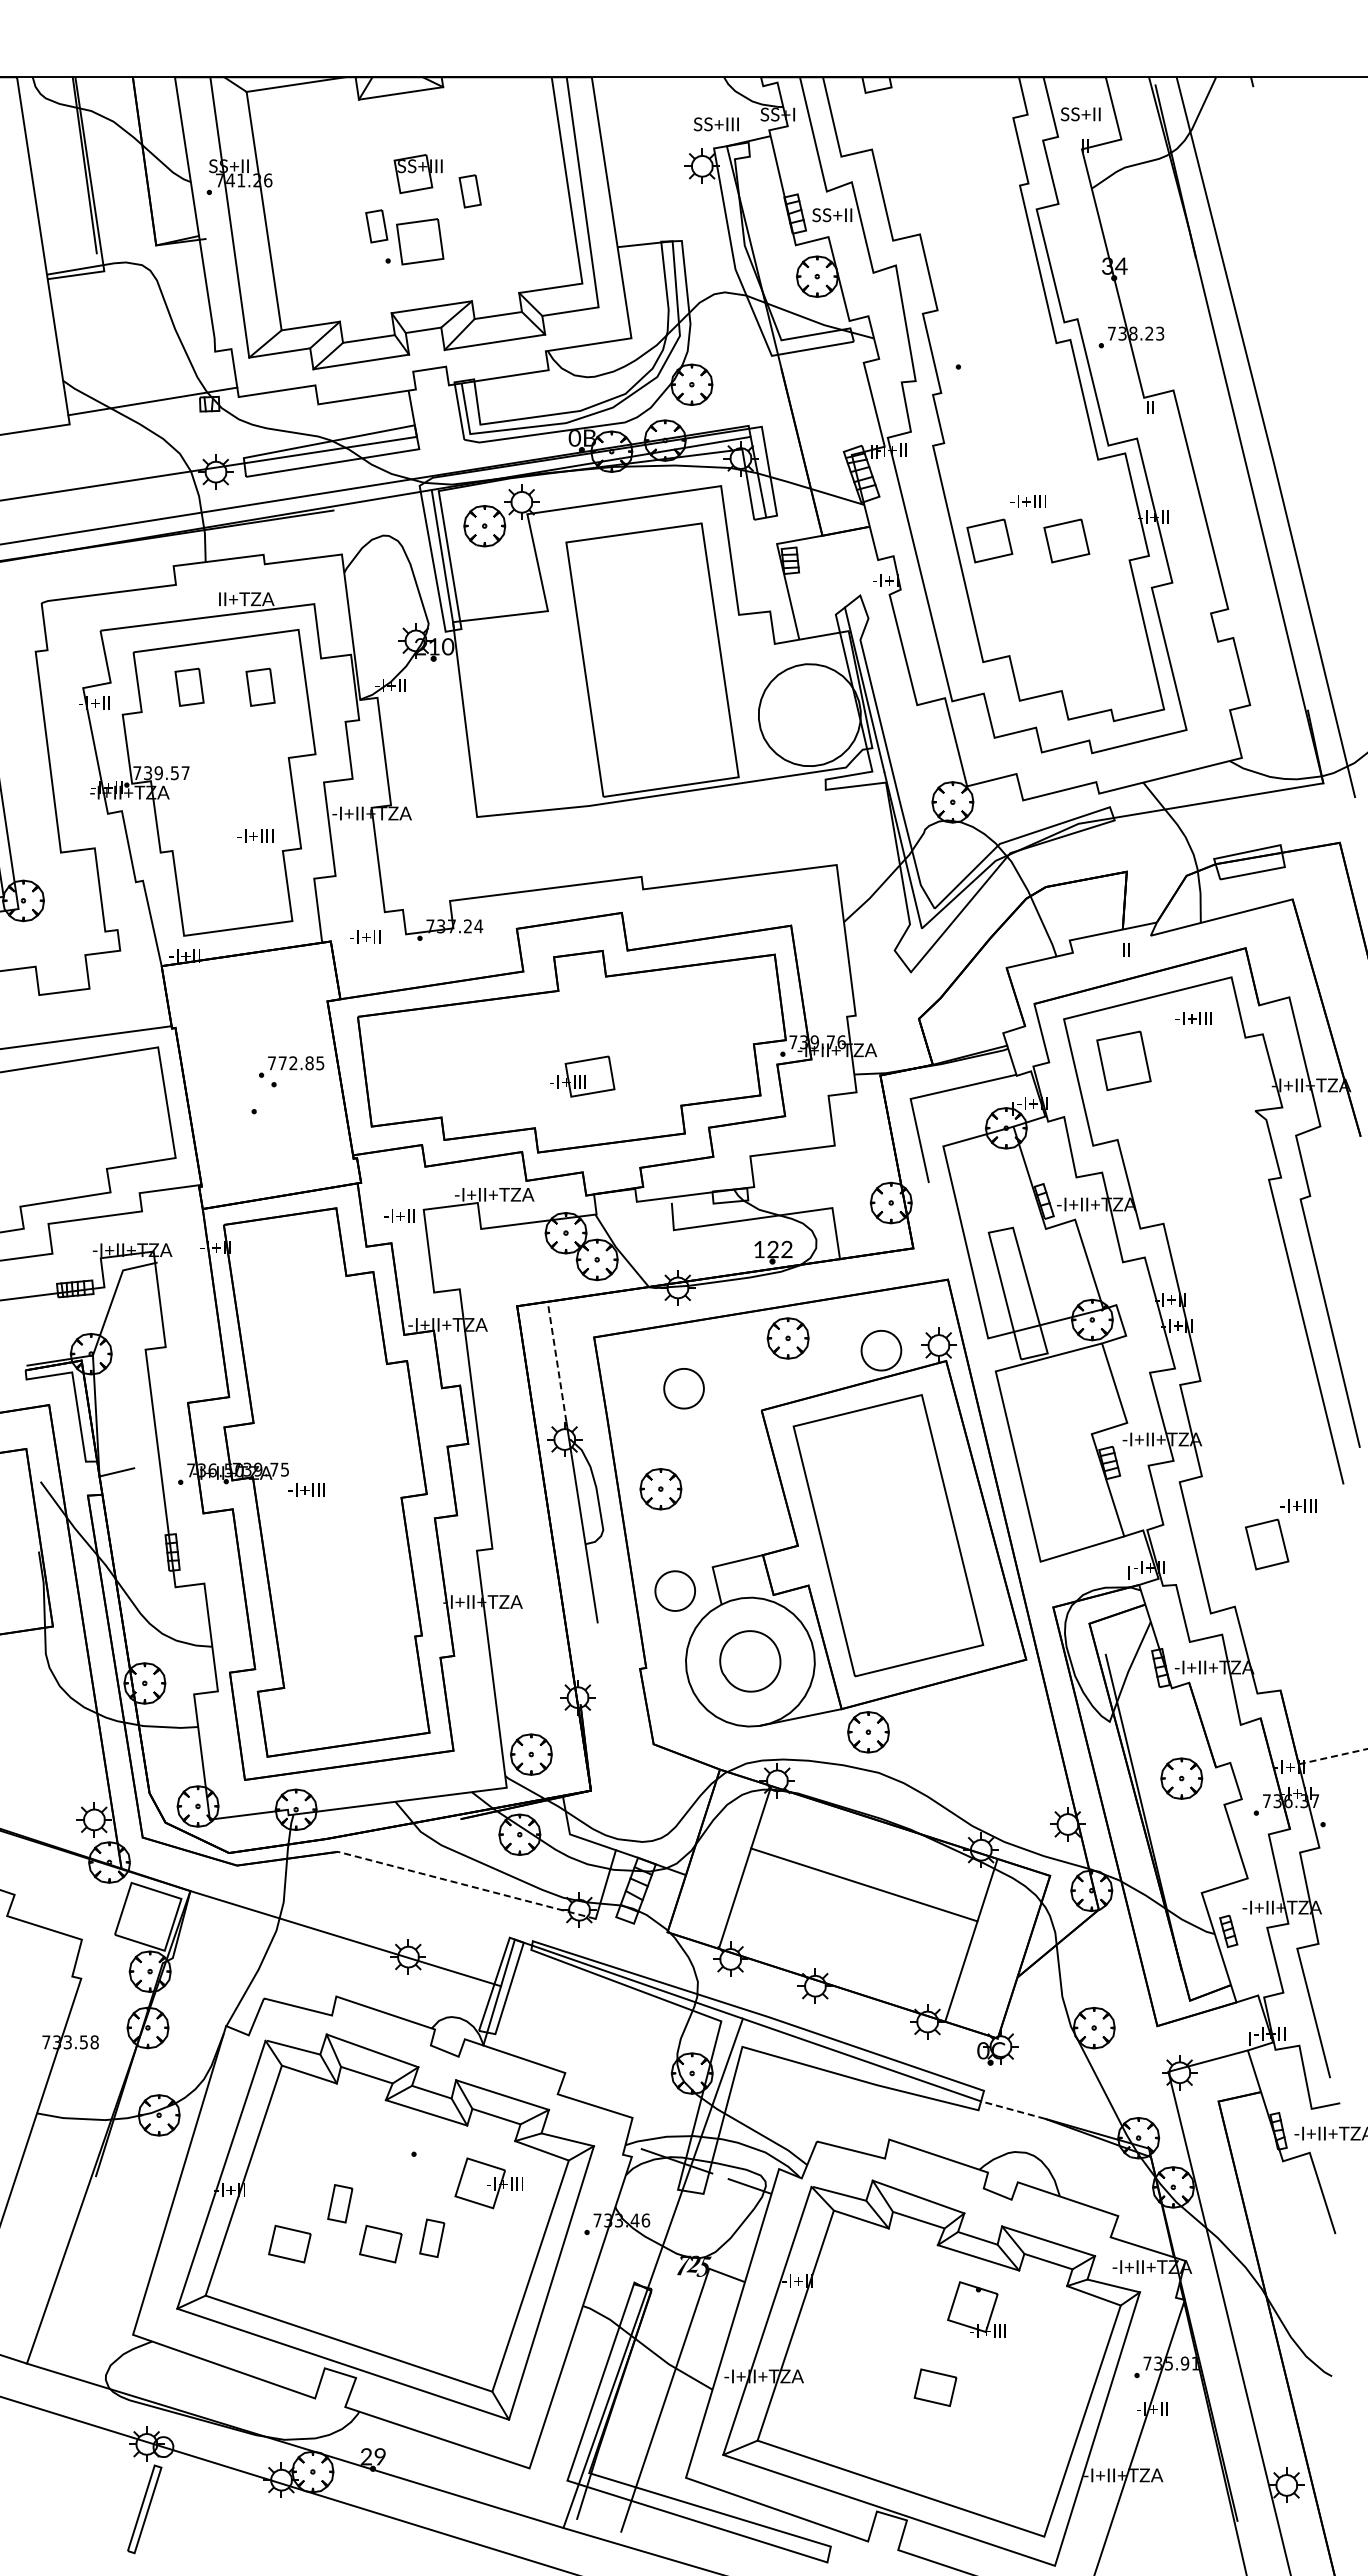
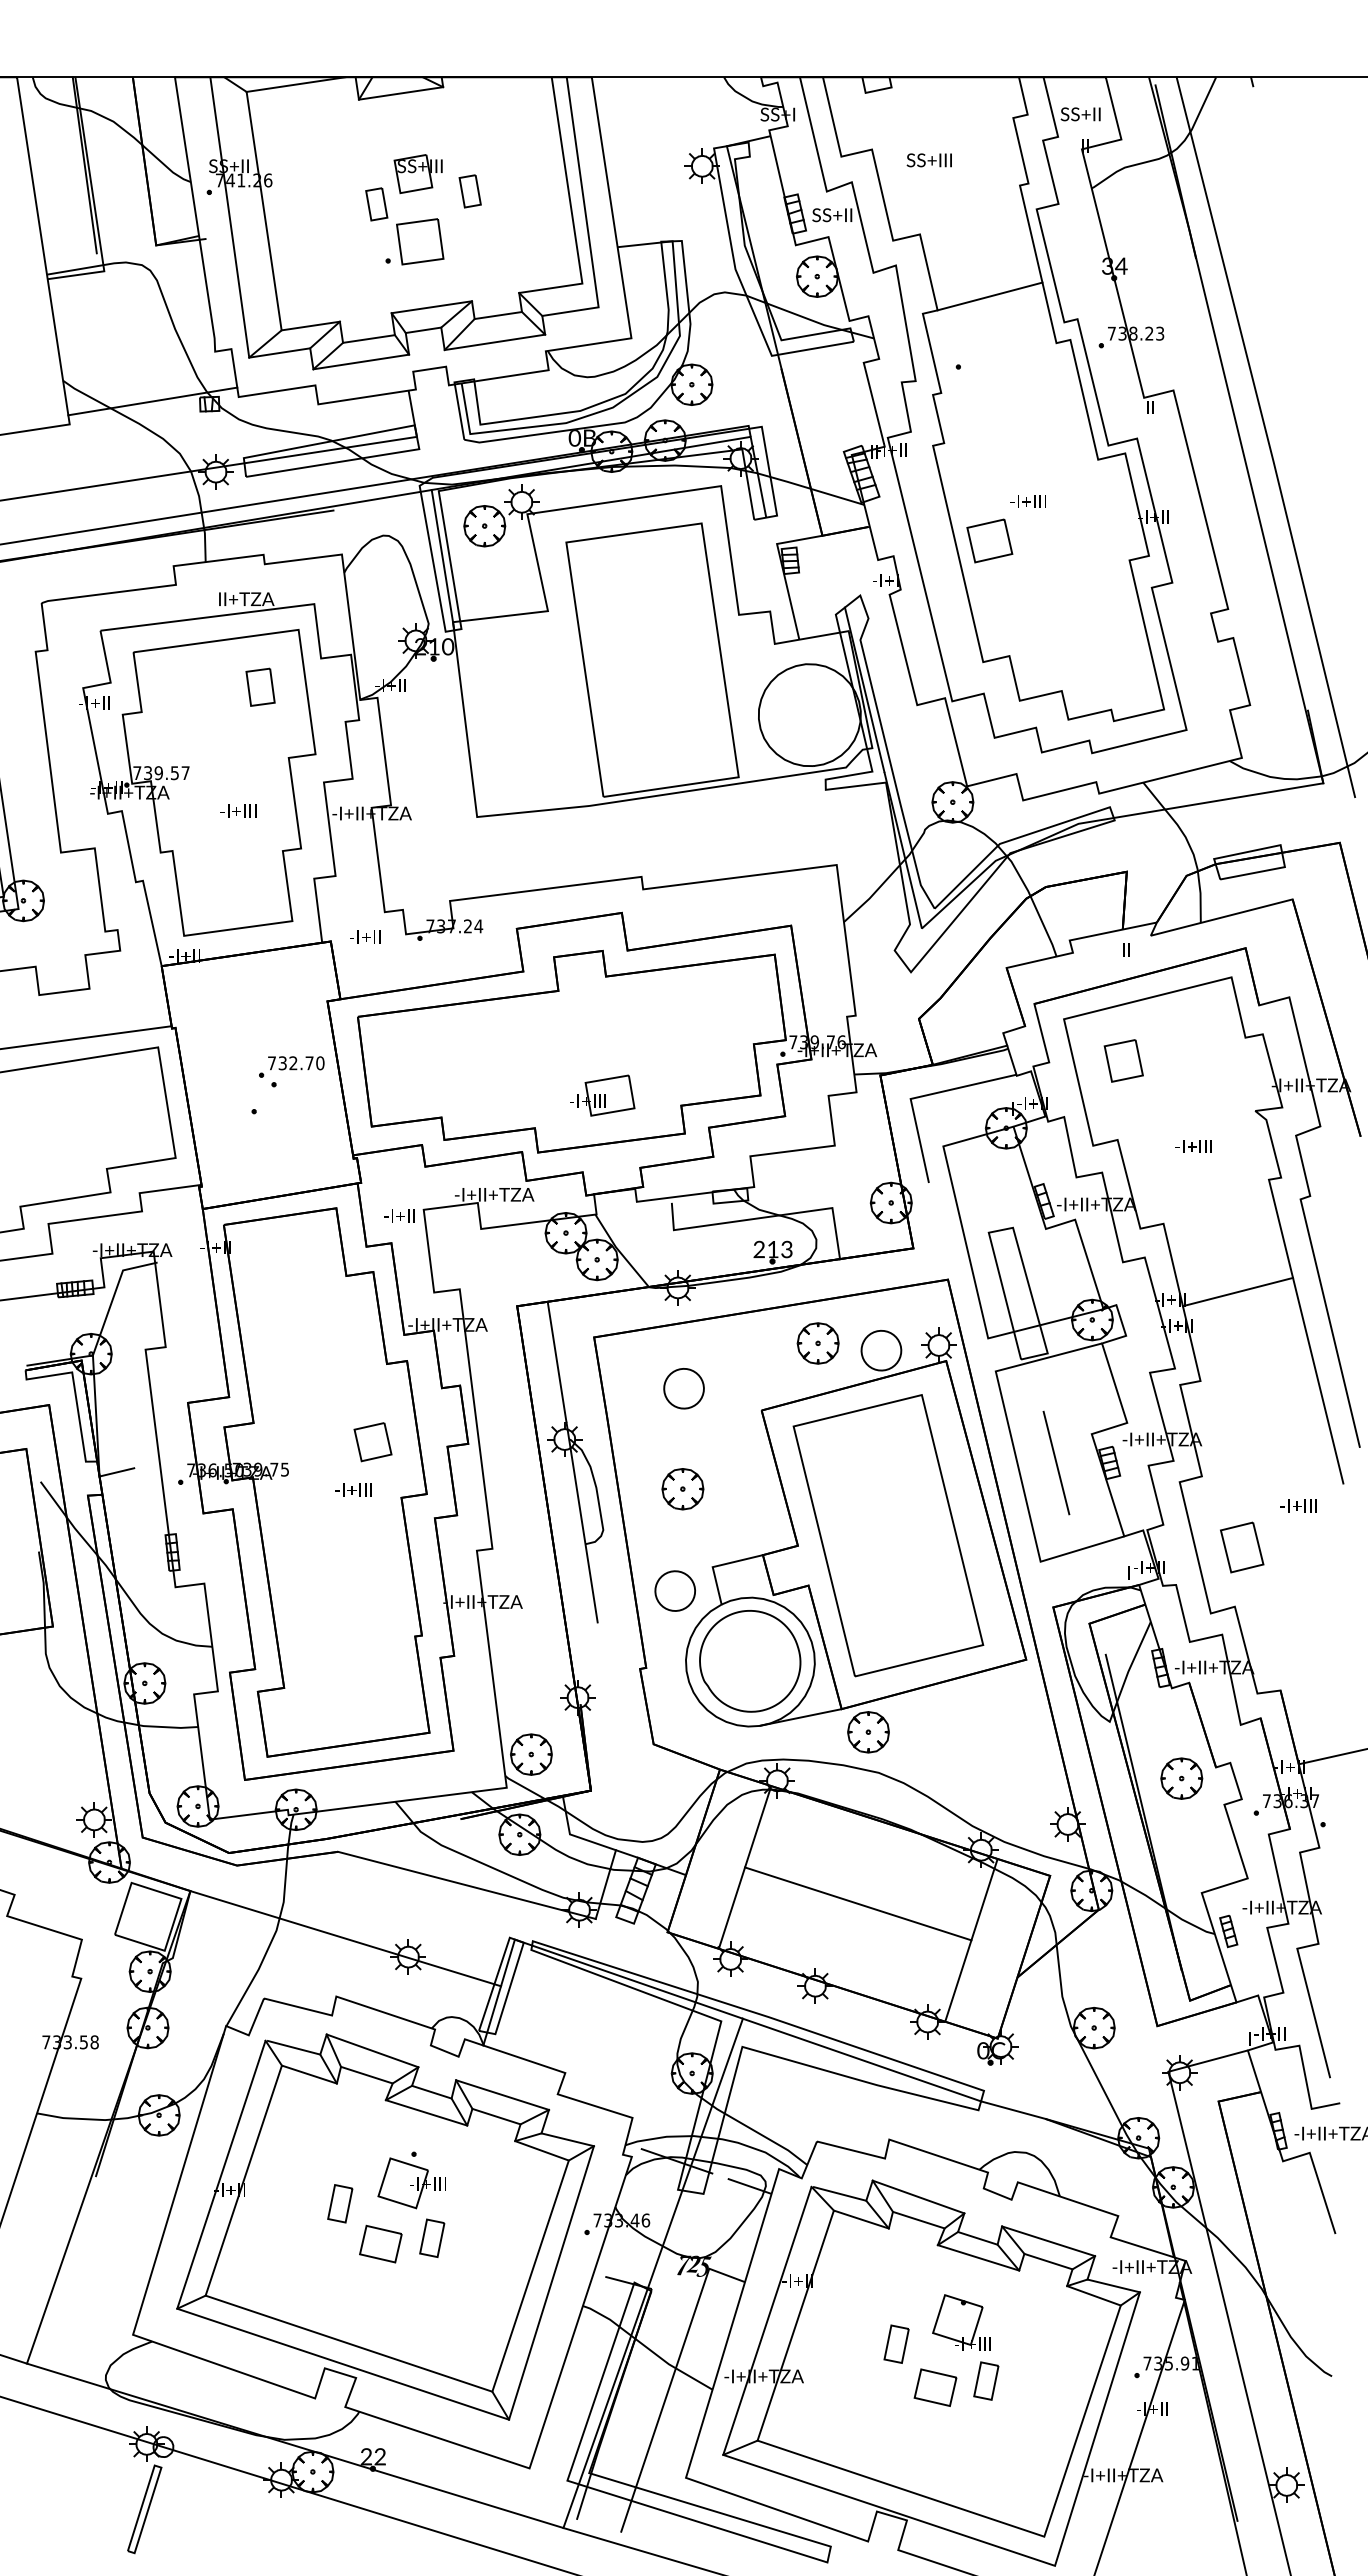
text at (715, 124) position: (715, 124) -> (928, 160)
part at (376, 226) position: (376, 226) -> (376, 204)
line at (989, 296): none -> present
part at (1066, 540): present -> none
part at (189, 686): present -> none
text at (255, 835) position: (255, 835) -> (238, 810)
text at (1193, 1018) position: (1193, 1018) -> (1193, 1146)
part at (1123, 1060) size: 56x62 px -> 41x44 px
text at (301, 1063): 772.85 -> 732.70
part at (582, 1076) position: (582, 1076) -> (602, 1095)
text at (772, 1249): 122 -> 213
line at (1237, 1291): none -> present
part at (787, 1338) position: (787, 1338) -> (817, 1343)
line at (557, 1361): dashed -> solid
part at (372, 1442): none -> present
line at (1056, 1462): none -> present
text at (306, 1489) position: (306, 1489) -> (353, 1489)
part at (660, 1489) position: (660, 1489) -> (682, 1489)
part at (1267, 1544) position: (1267, 1544) -> (1242, 1547)
part at (750, 1661) size: 63x63 px -> 103x103 px
line at (1333, 1756): dashed -> solid
line at (864, 1884) position: (864, 1884) -> (858, 1903)
line at (466, 1885): dashed -> solid
line at (1012, 2109): dashed -> solid
part at (488, 2183) position: (488, 2183) -> (411, 2183)
part at (289, 2243): present -> none
line at (619, 2280): none -> present
part at (976, 2309) position: (976, 2309) -> (961, 2322)
part at (896, 2343): none -> present
part at (986, 2380): none -> present
text at (379, 2457): 29 -> 22
